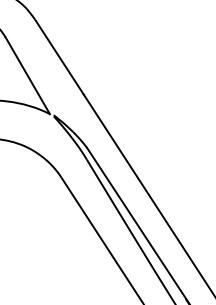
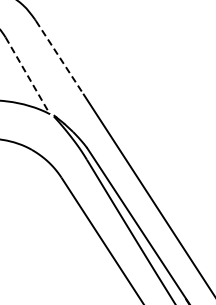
line at (59, 57): solid -> dashed
line at (28, 76): solid -> dashed
